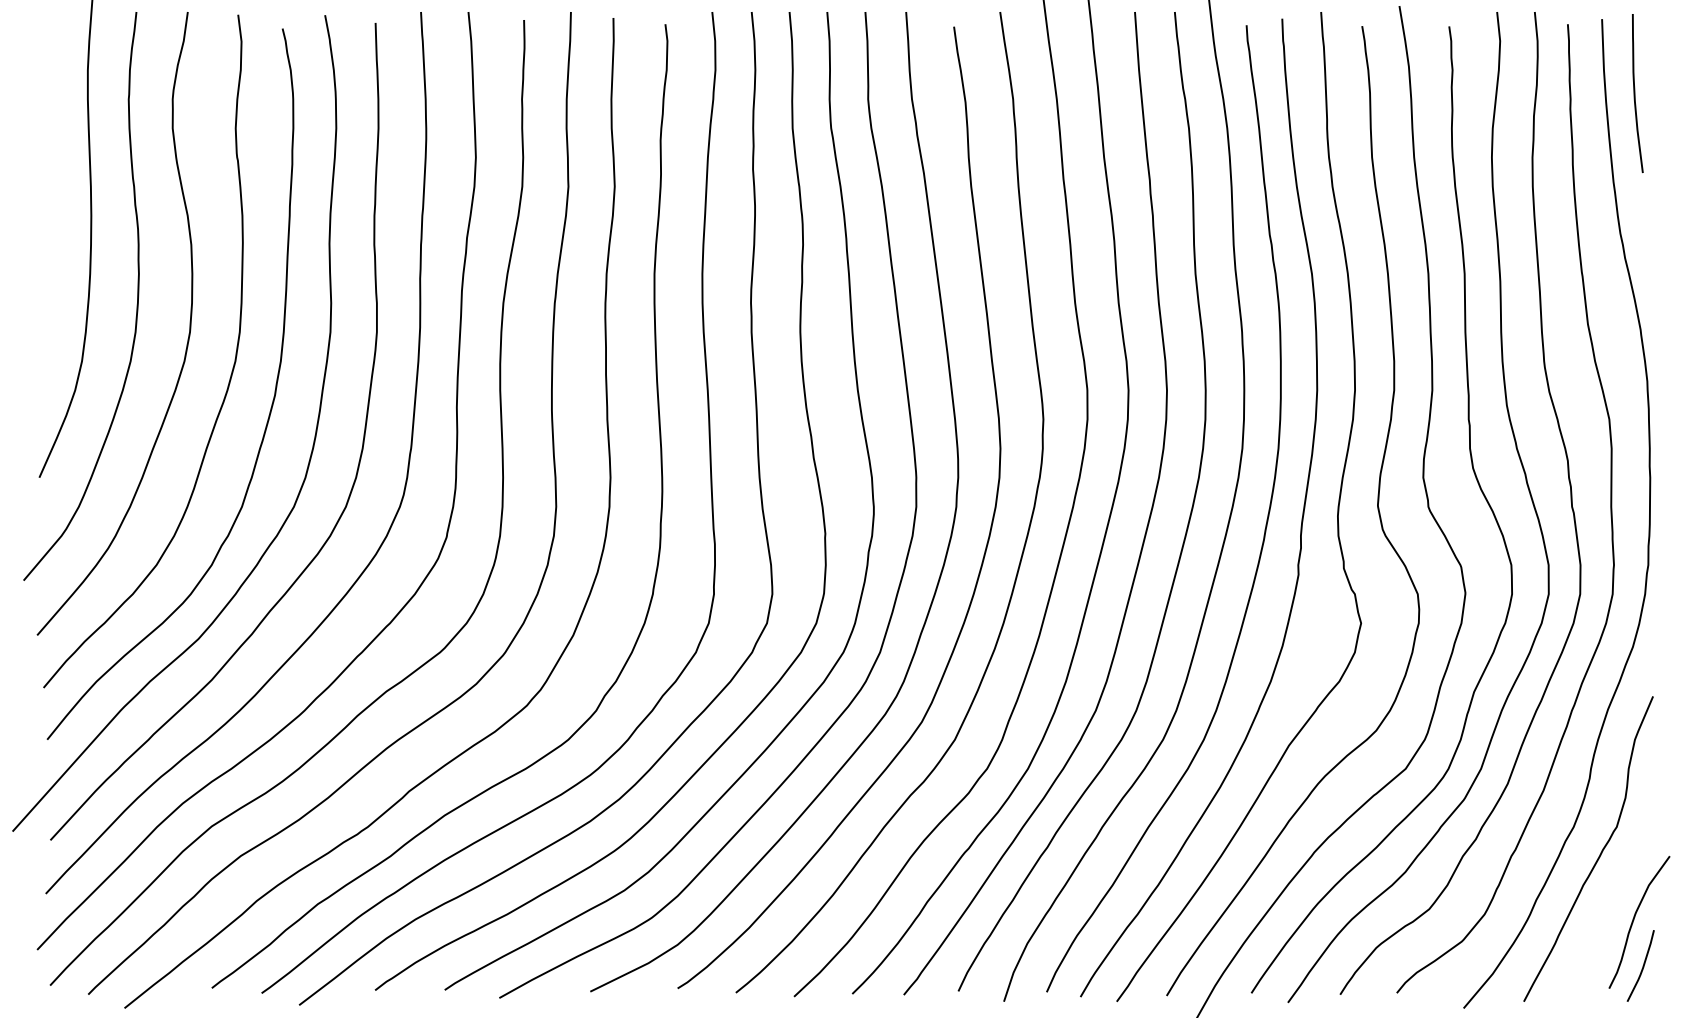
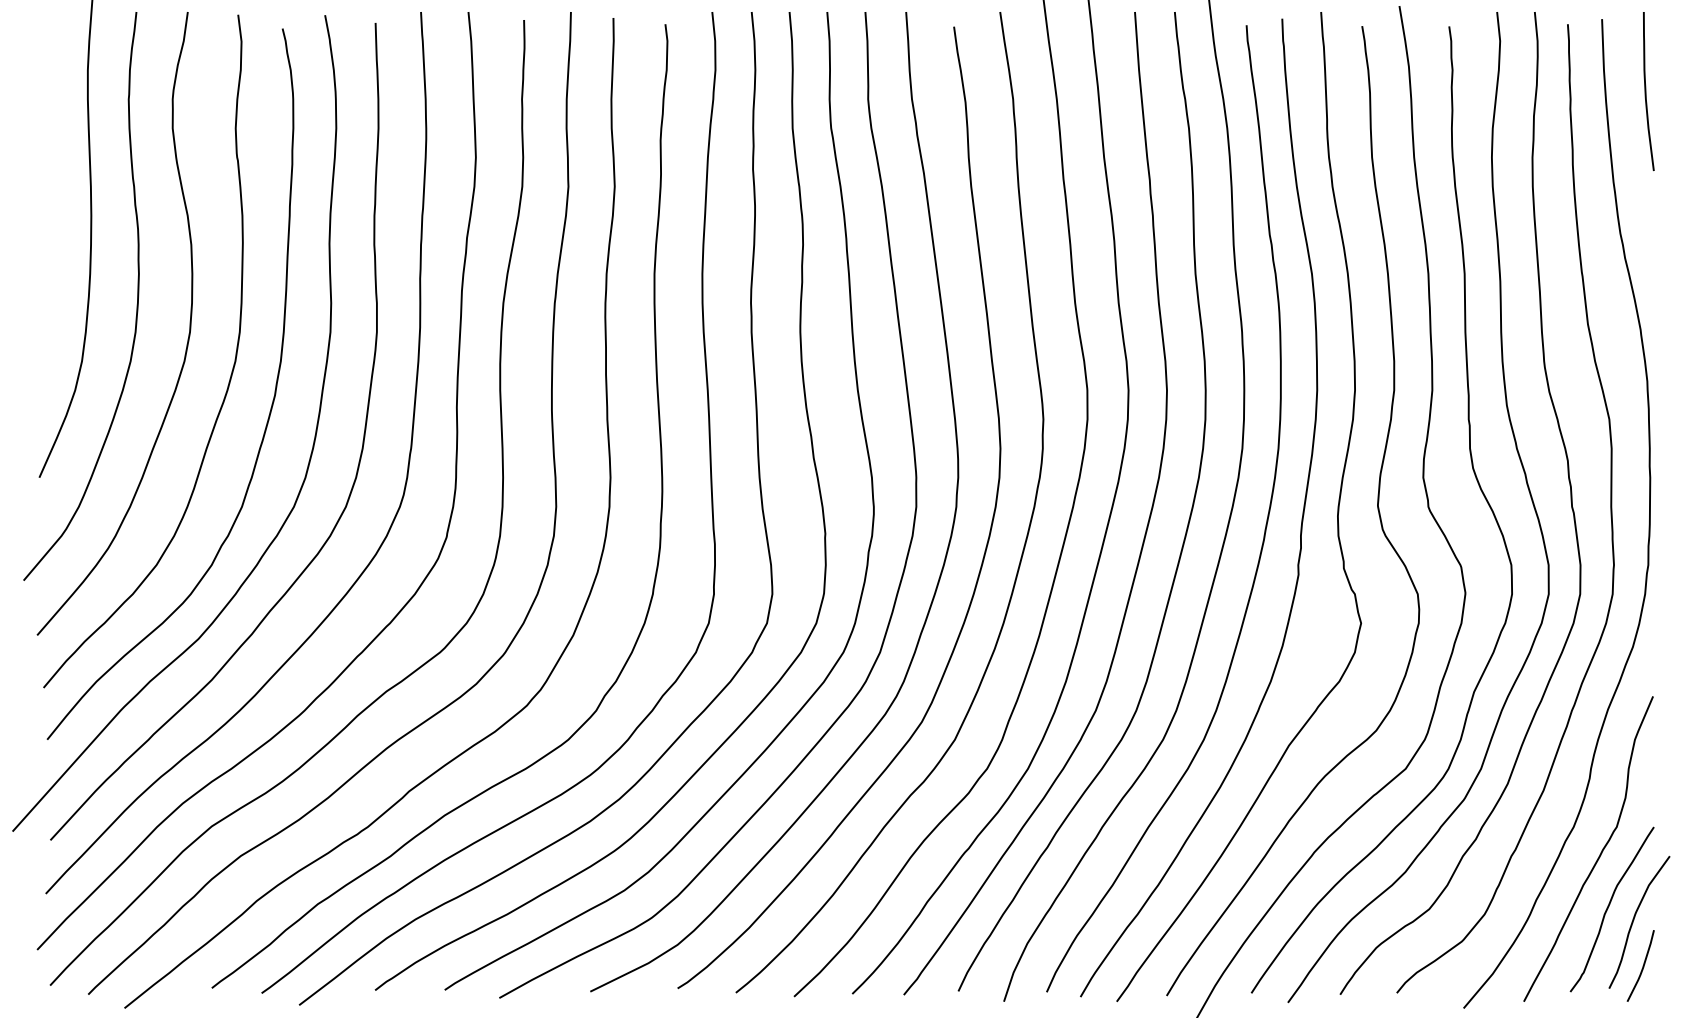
curve at (1635, 93) position: (1635, 93) -> (1646, 91)
curve at (1608, 908): none -> present
